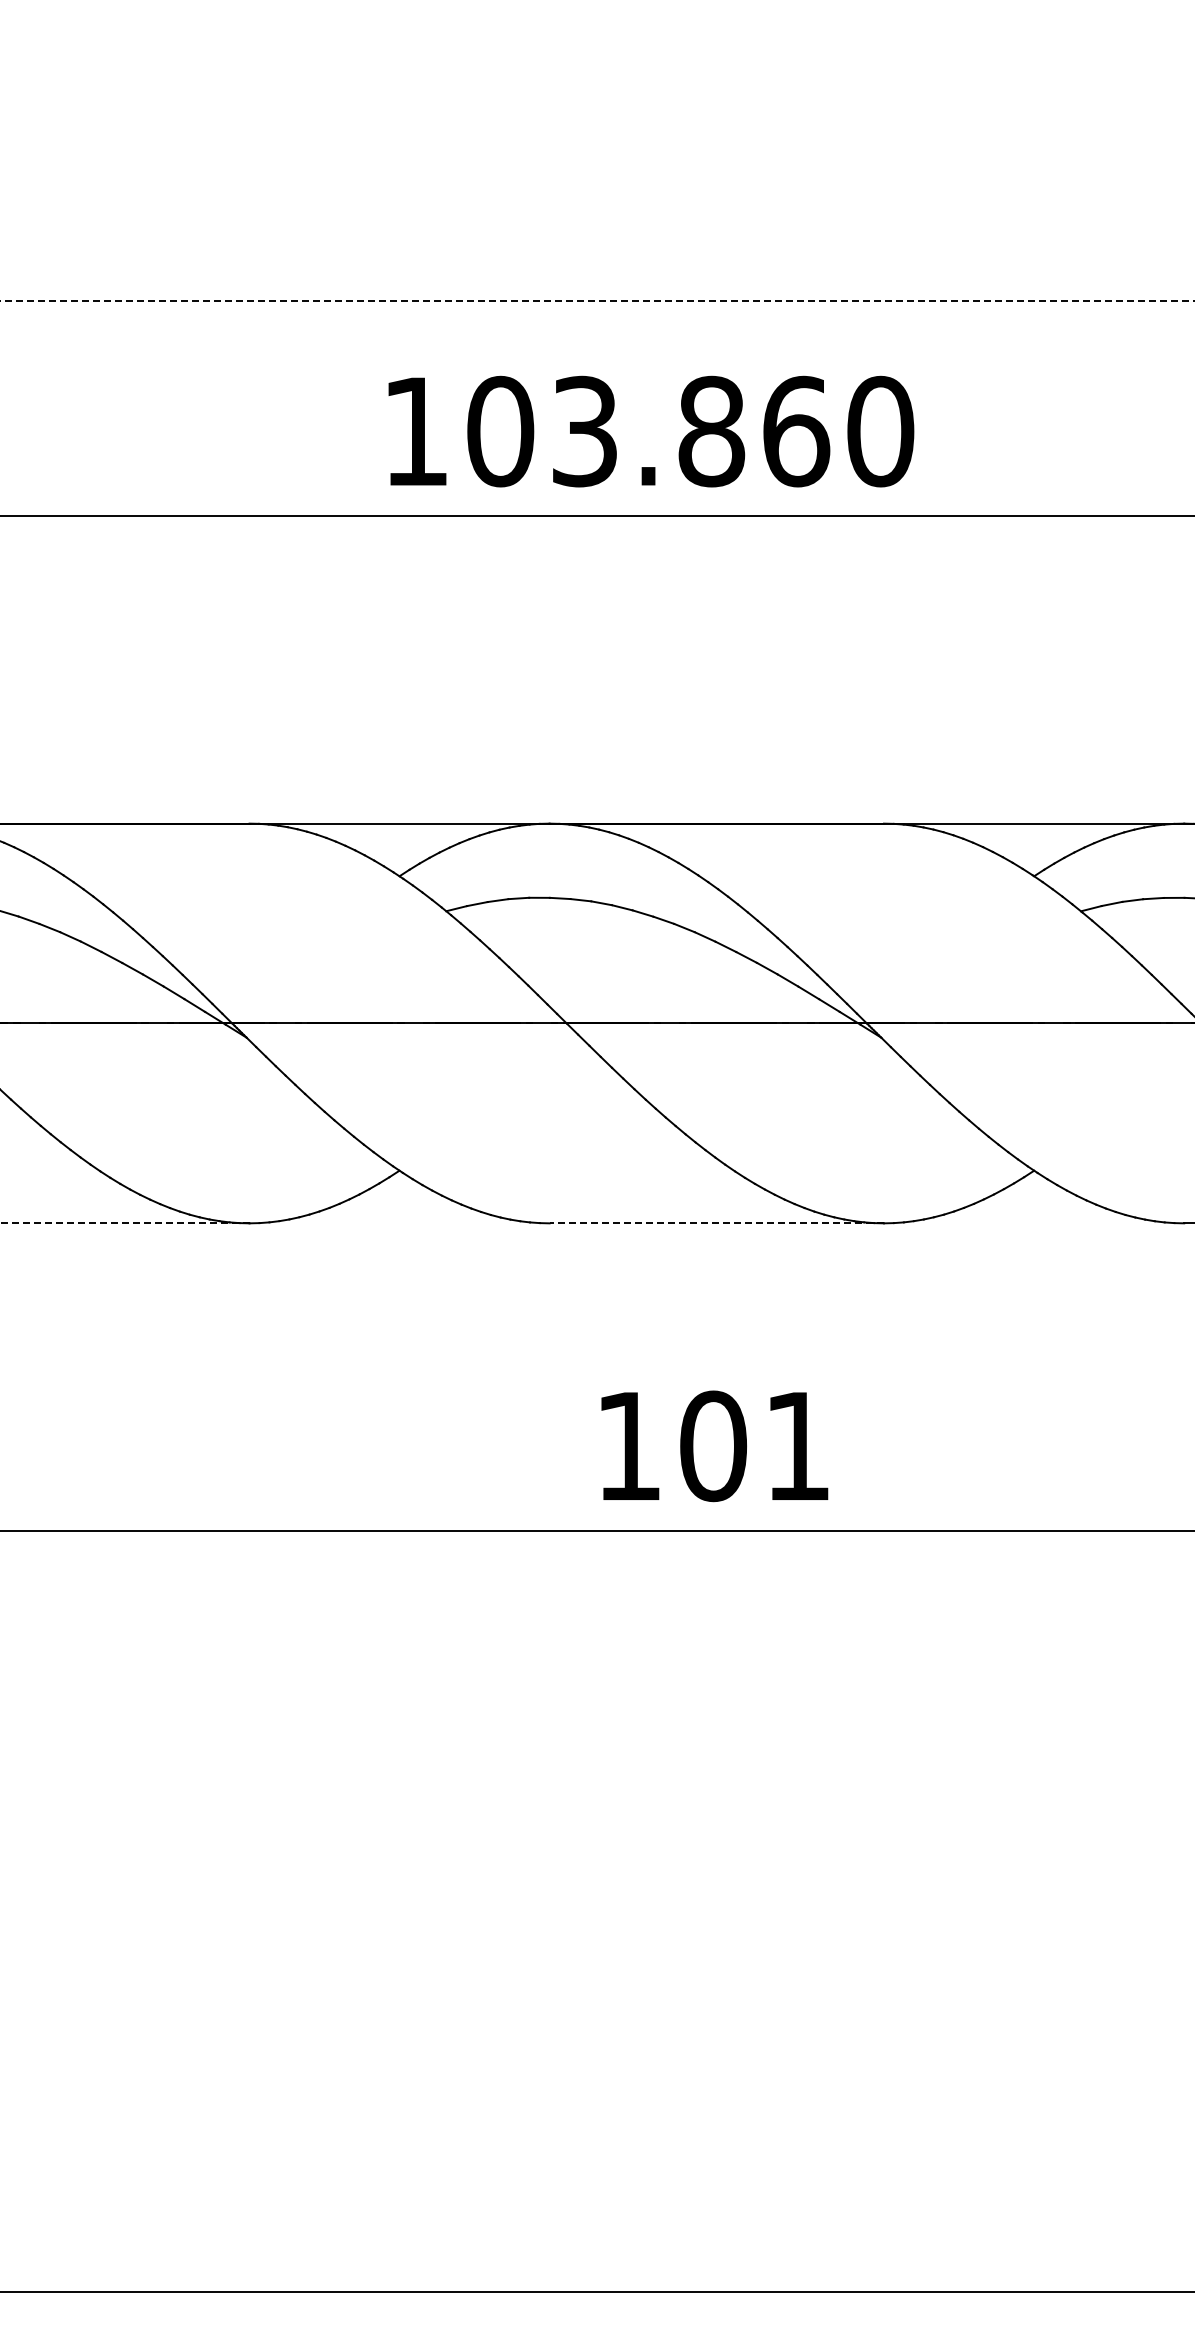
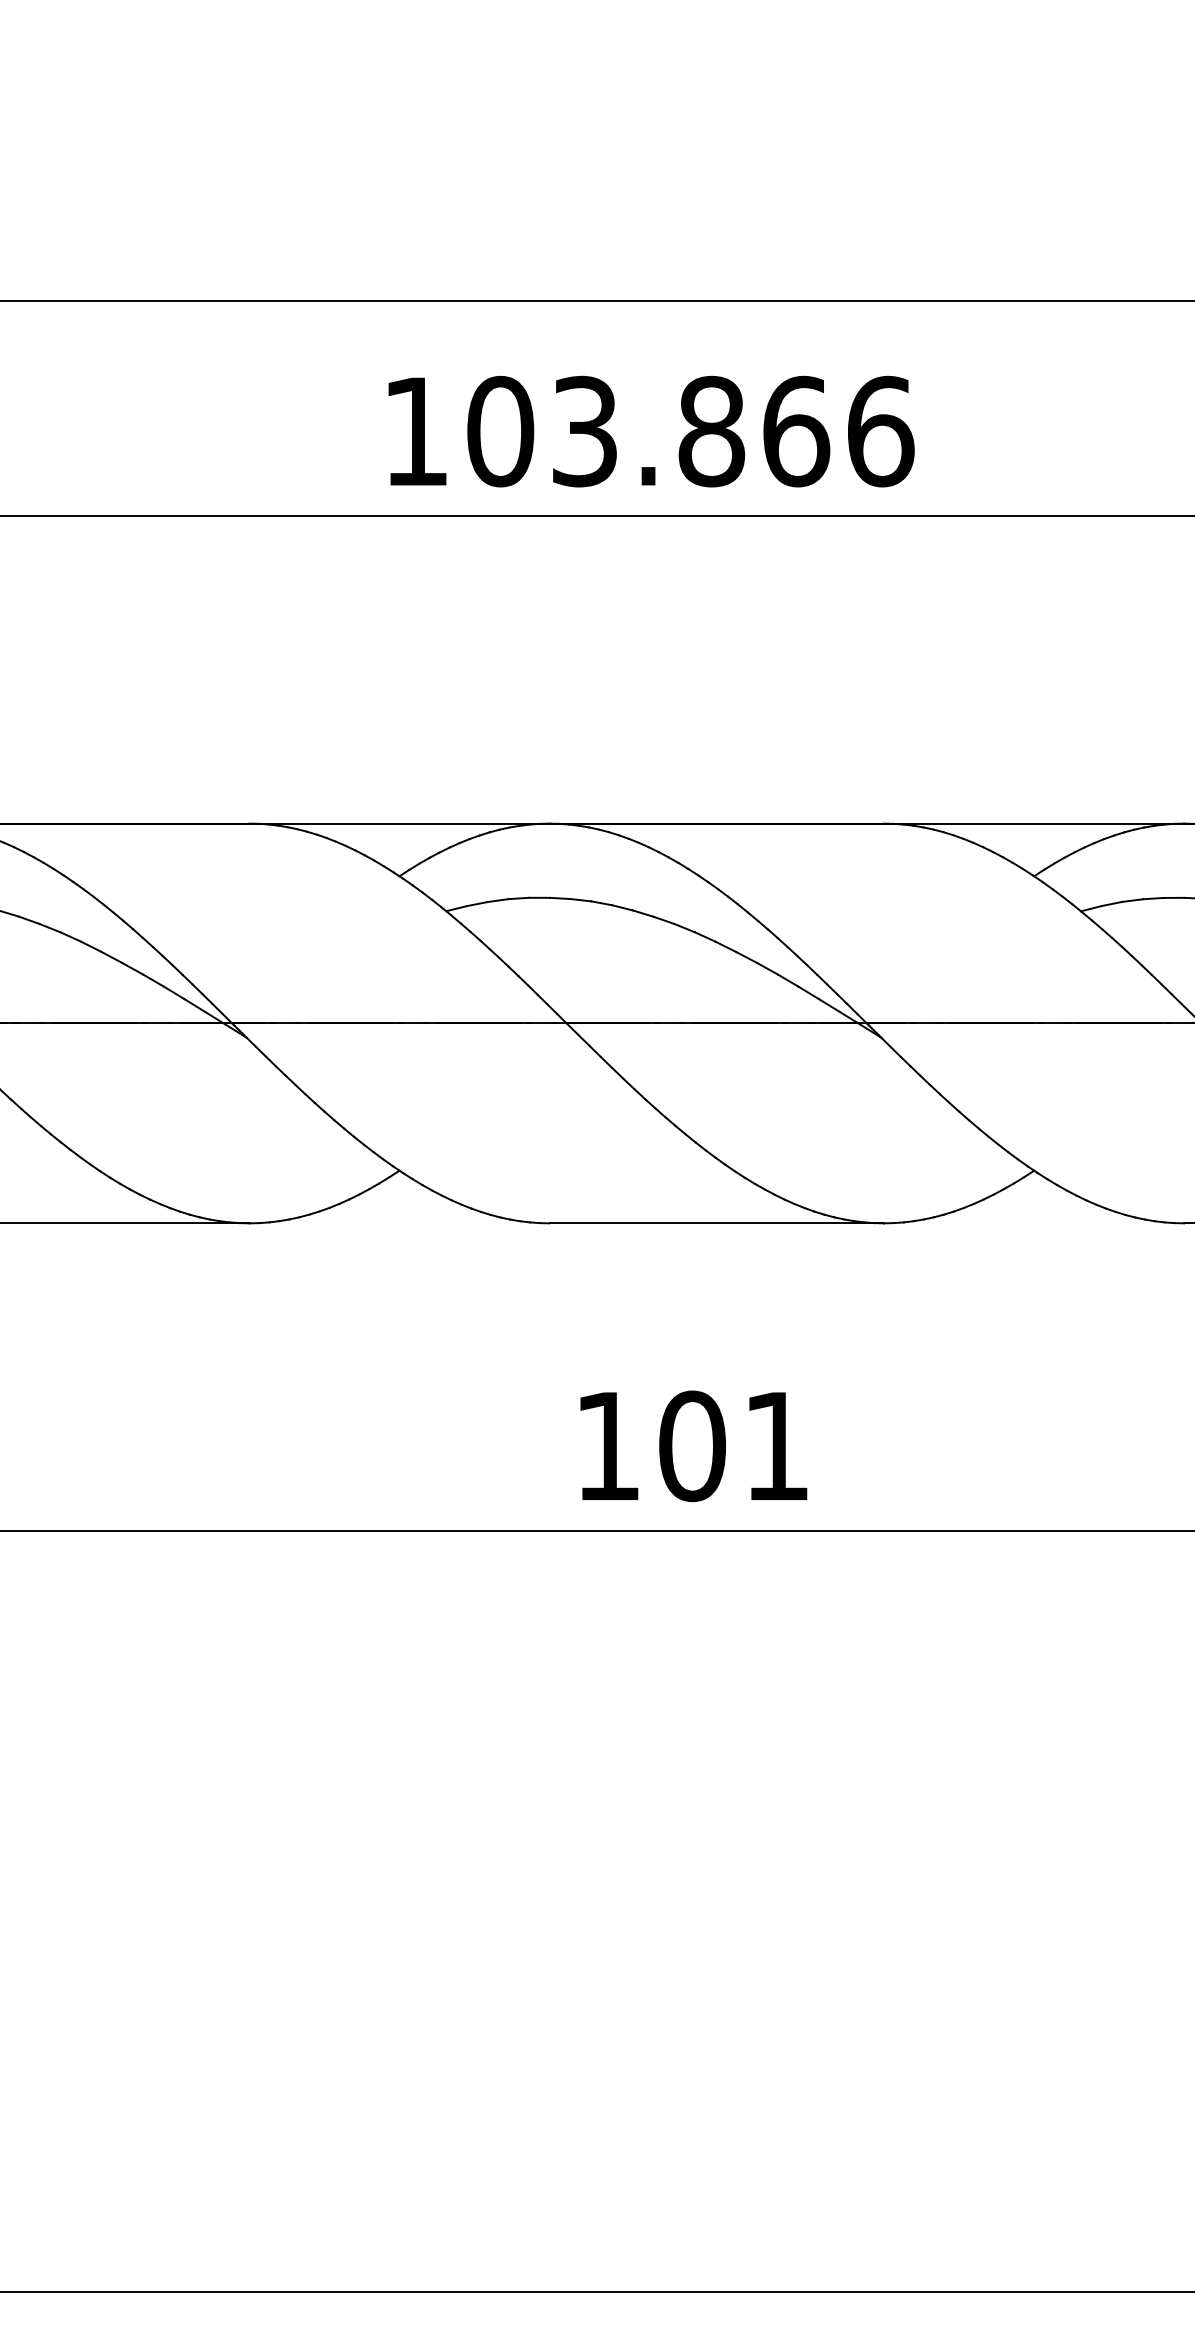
line at (597, 300): dashed -> solid
text at (880, 431): 103.860 -> 103.866
line at (124, 1223): dashed -> solid
line at (716, 1223): dashed -> solid
text at (714, 1446) position: (714, 1446) -> (693, 1446)
